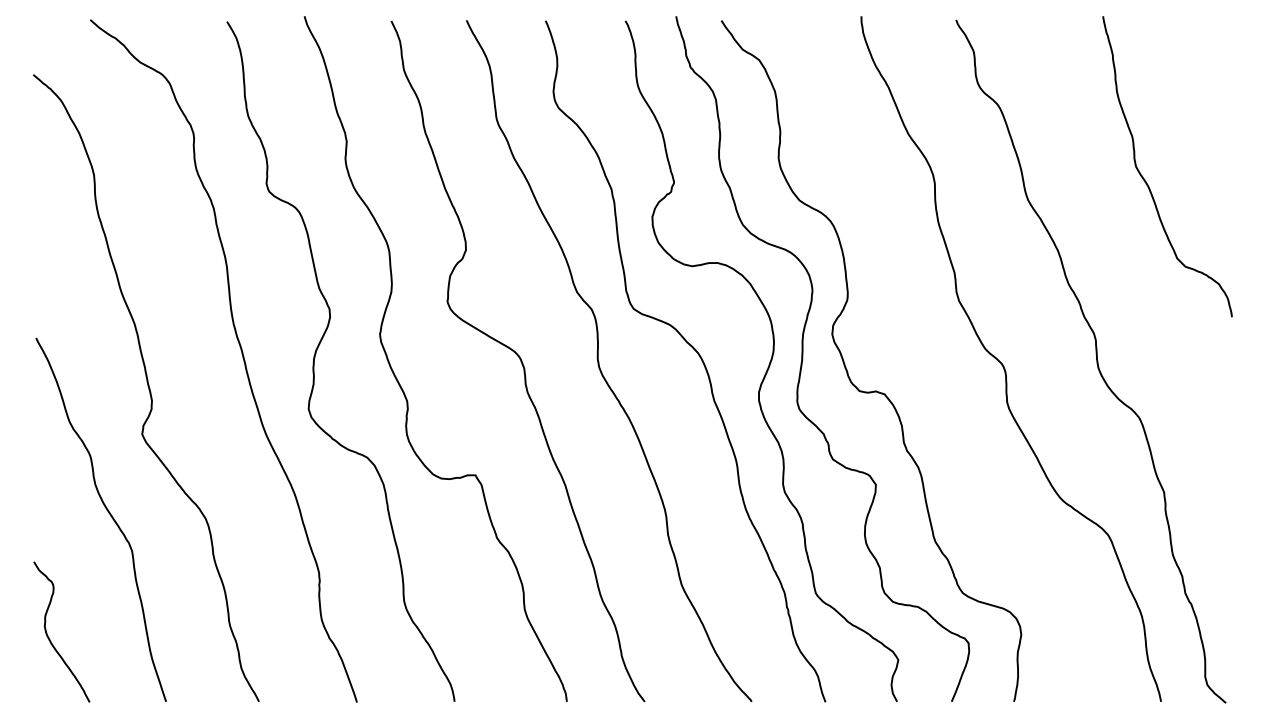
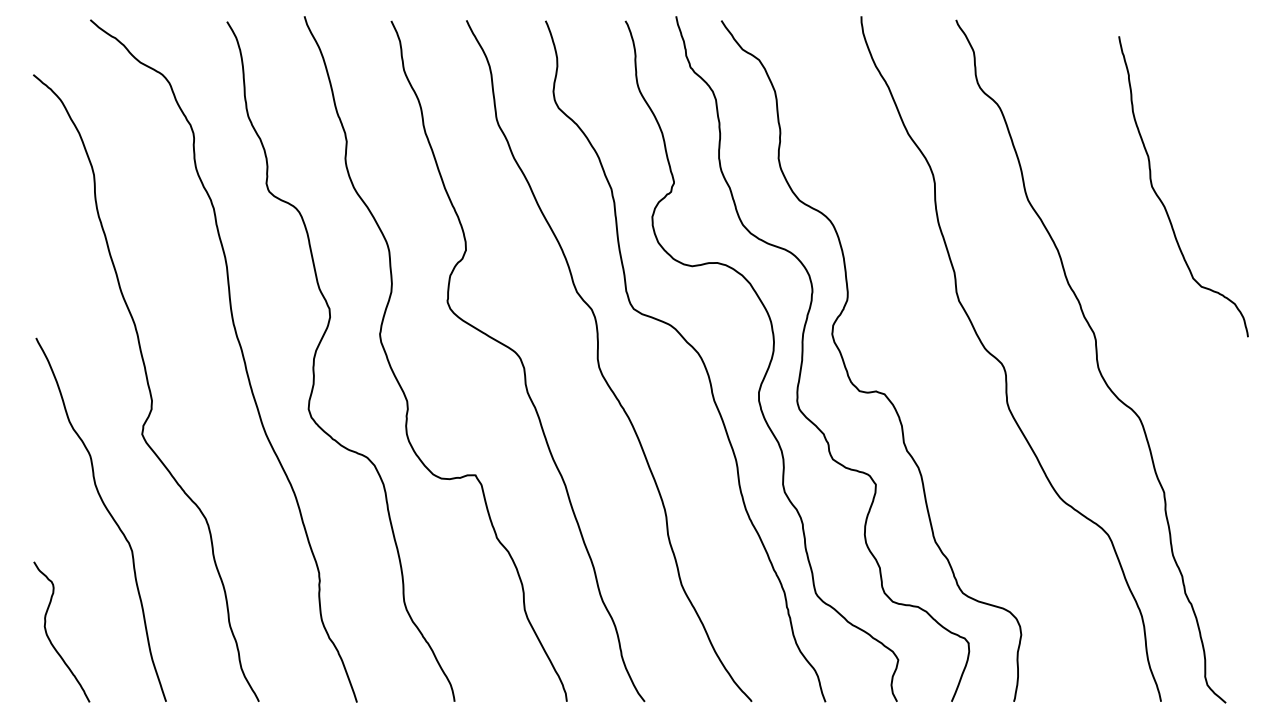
curve at (1145, 179) position: (1145, 179) -> (1161, 199)
